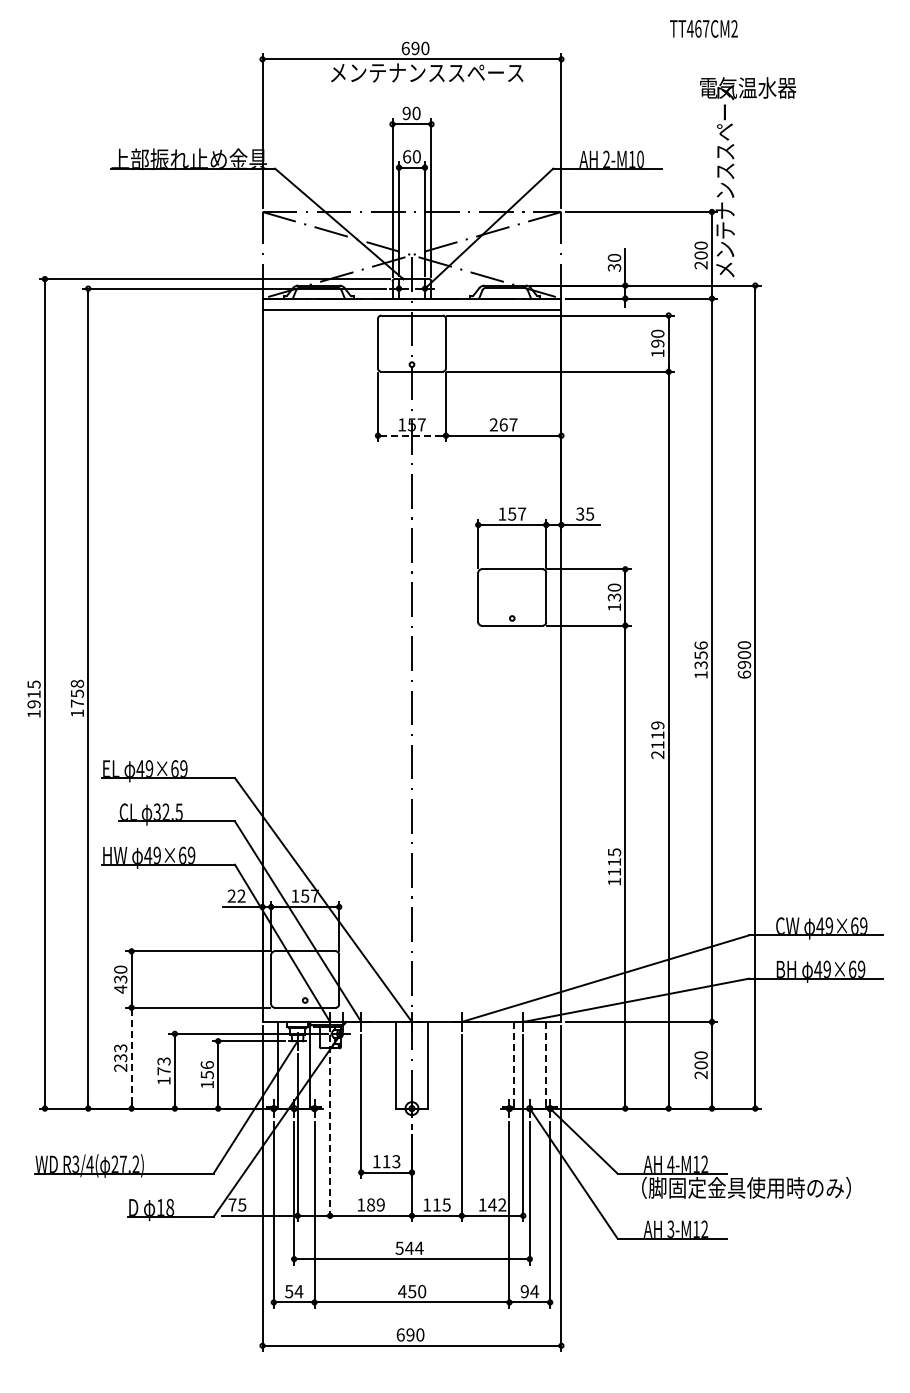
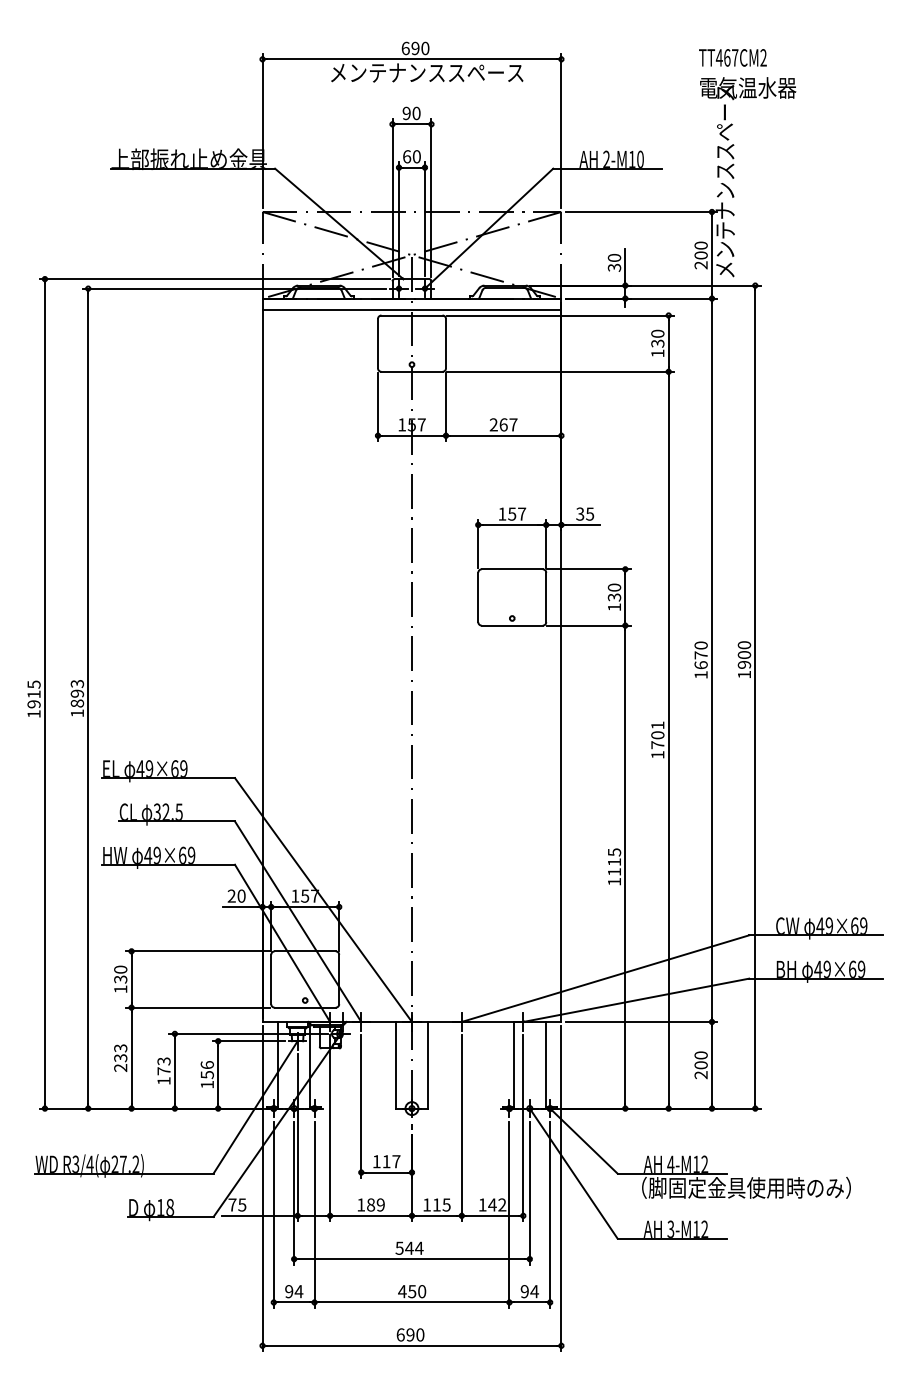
text at (703, 28) position: (703, 28) -> (732, 57)
text at (657, 343): 190 -> 130
line at (412, 435): dashed -> solid
text at (700, 655): 1356 -> 1670
text at (744, 674): 6900 -> 1900
text at (77, 693): 1758 -> 1893
text at (657, 739): 2119 -> 1701
text at (241, 895): 22 -> 20
text at (120, 989): 430 -> 130
line at (131, 1057): dashed -> solid
line at (514, 1065): dashed -> solid
line at (545, 1065): dashed -> solid
line at (330, 1128): dashed -> solid
text at (396, 1161): 113 -> 117
text at (289, 1291): 54 -> 94
